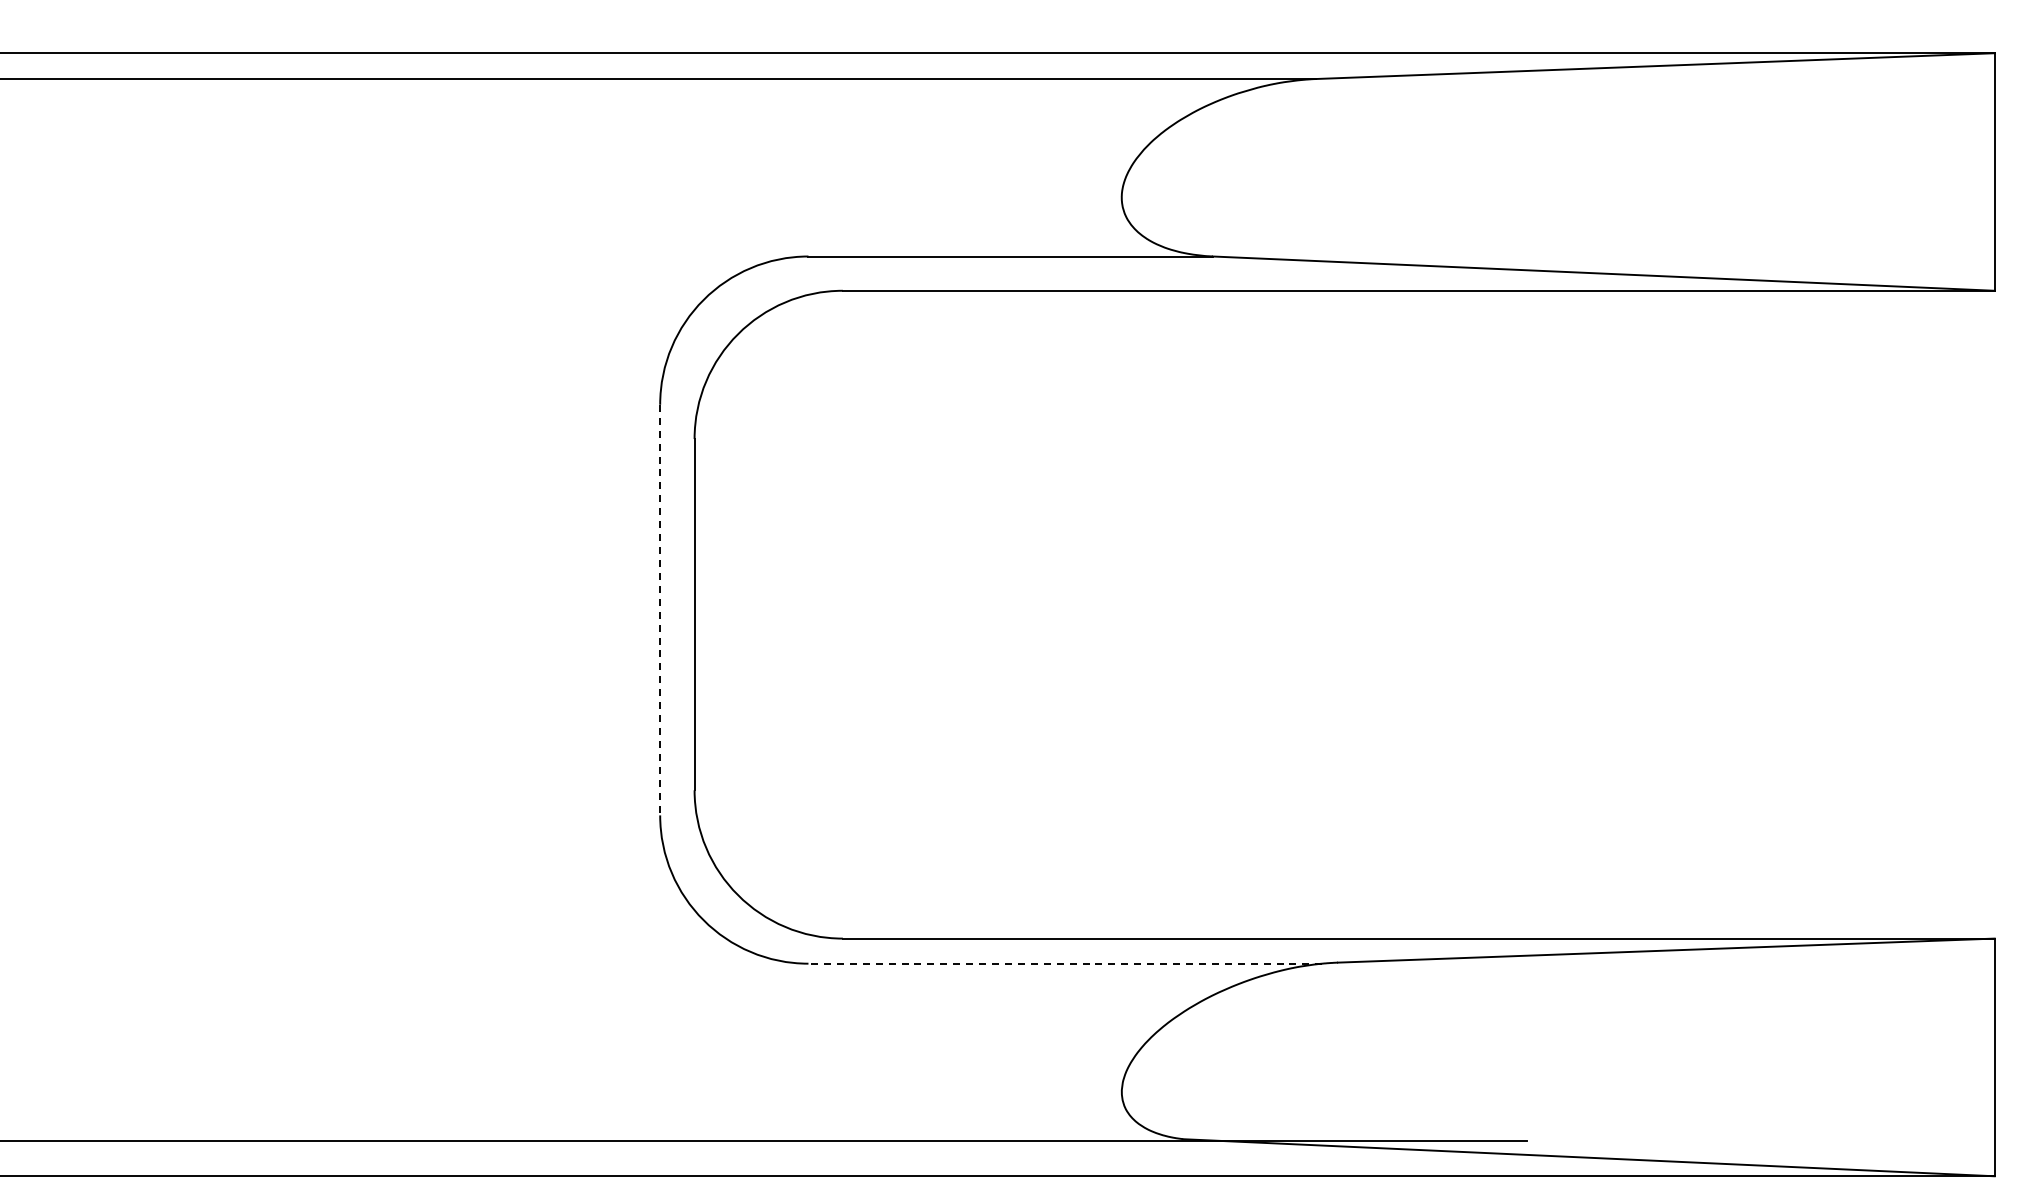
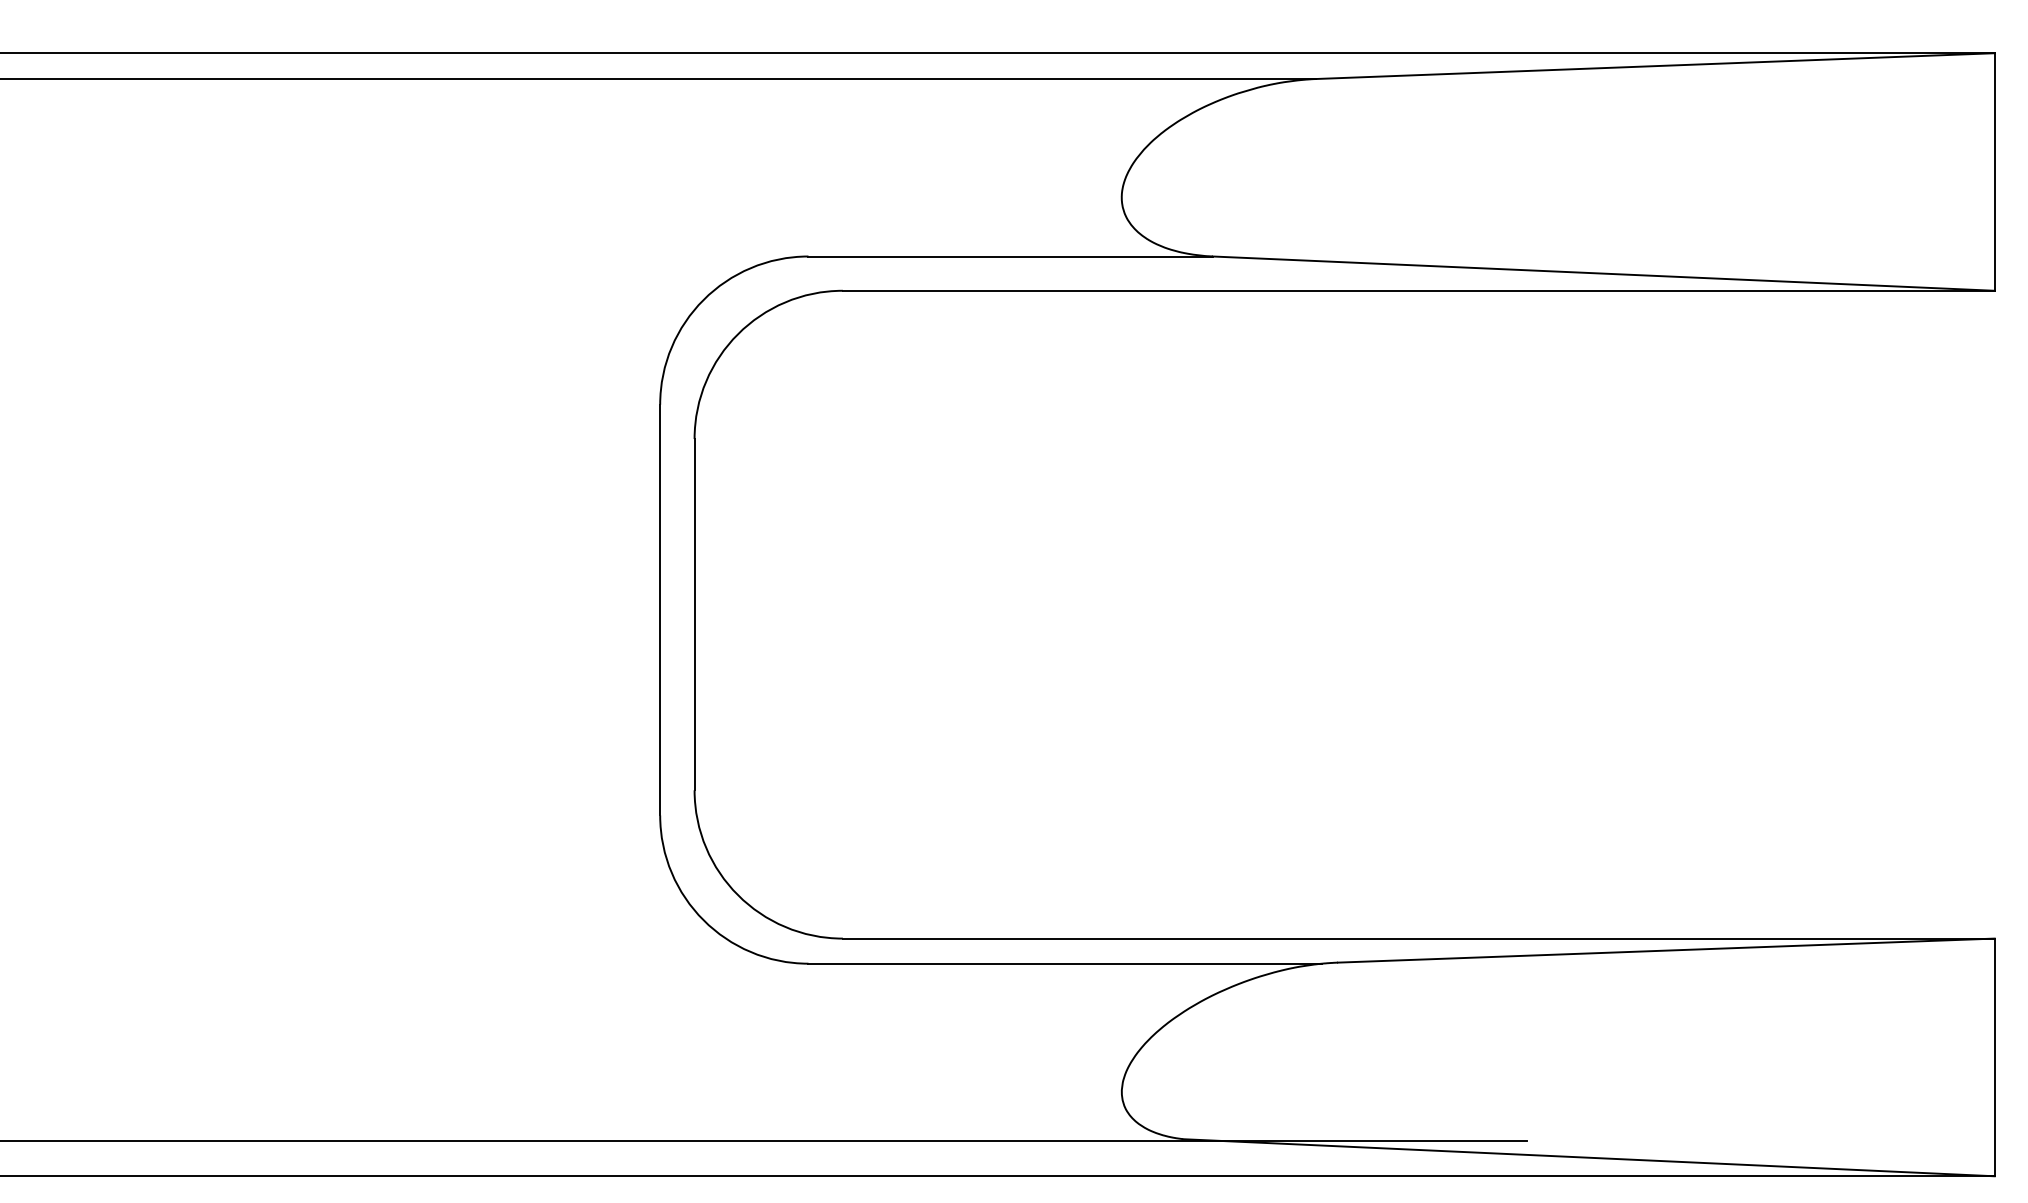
line at (660, 610): dashed -> solid
line at (1065, 963): dashed -> solid
